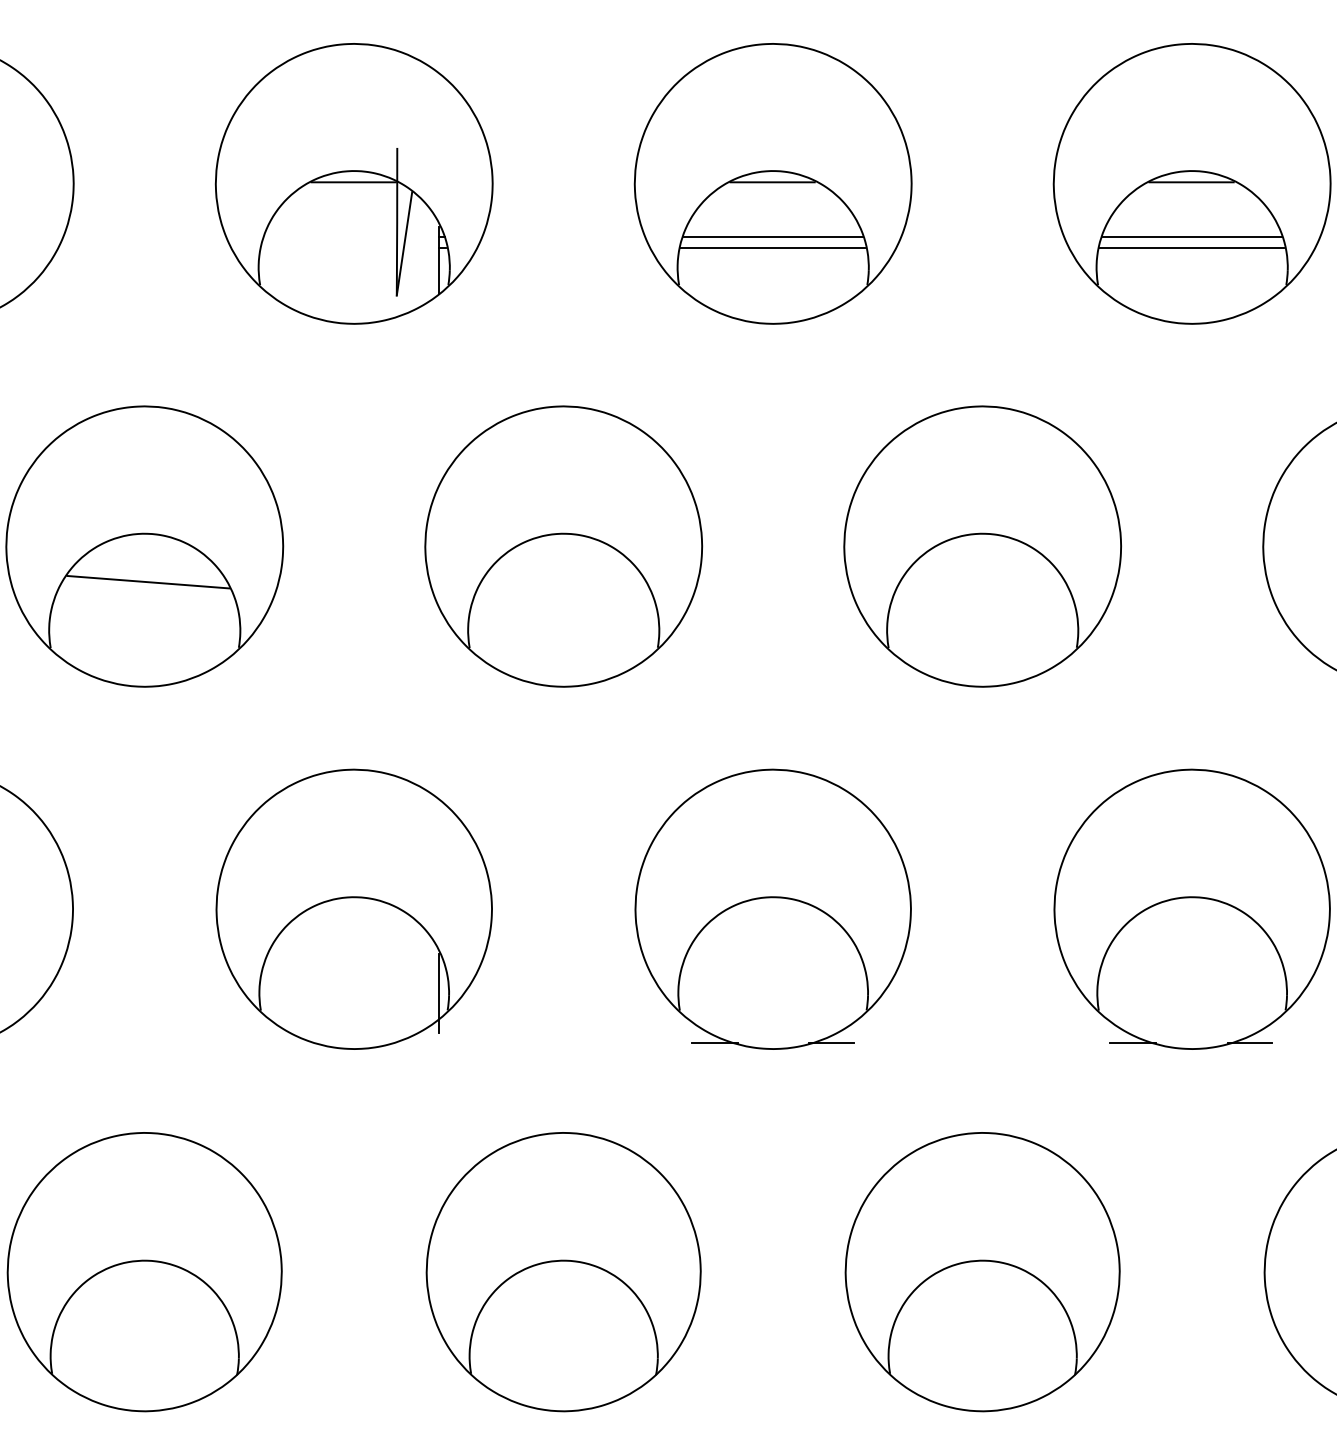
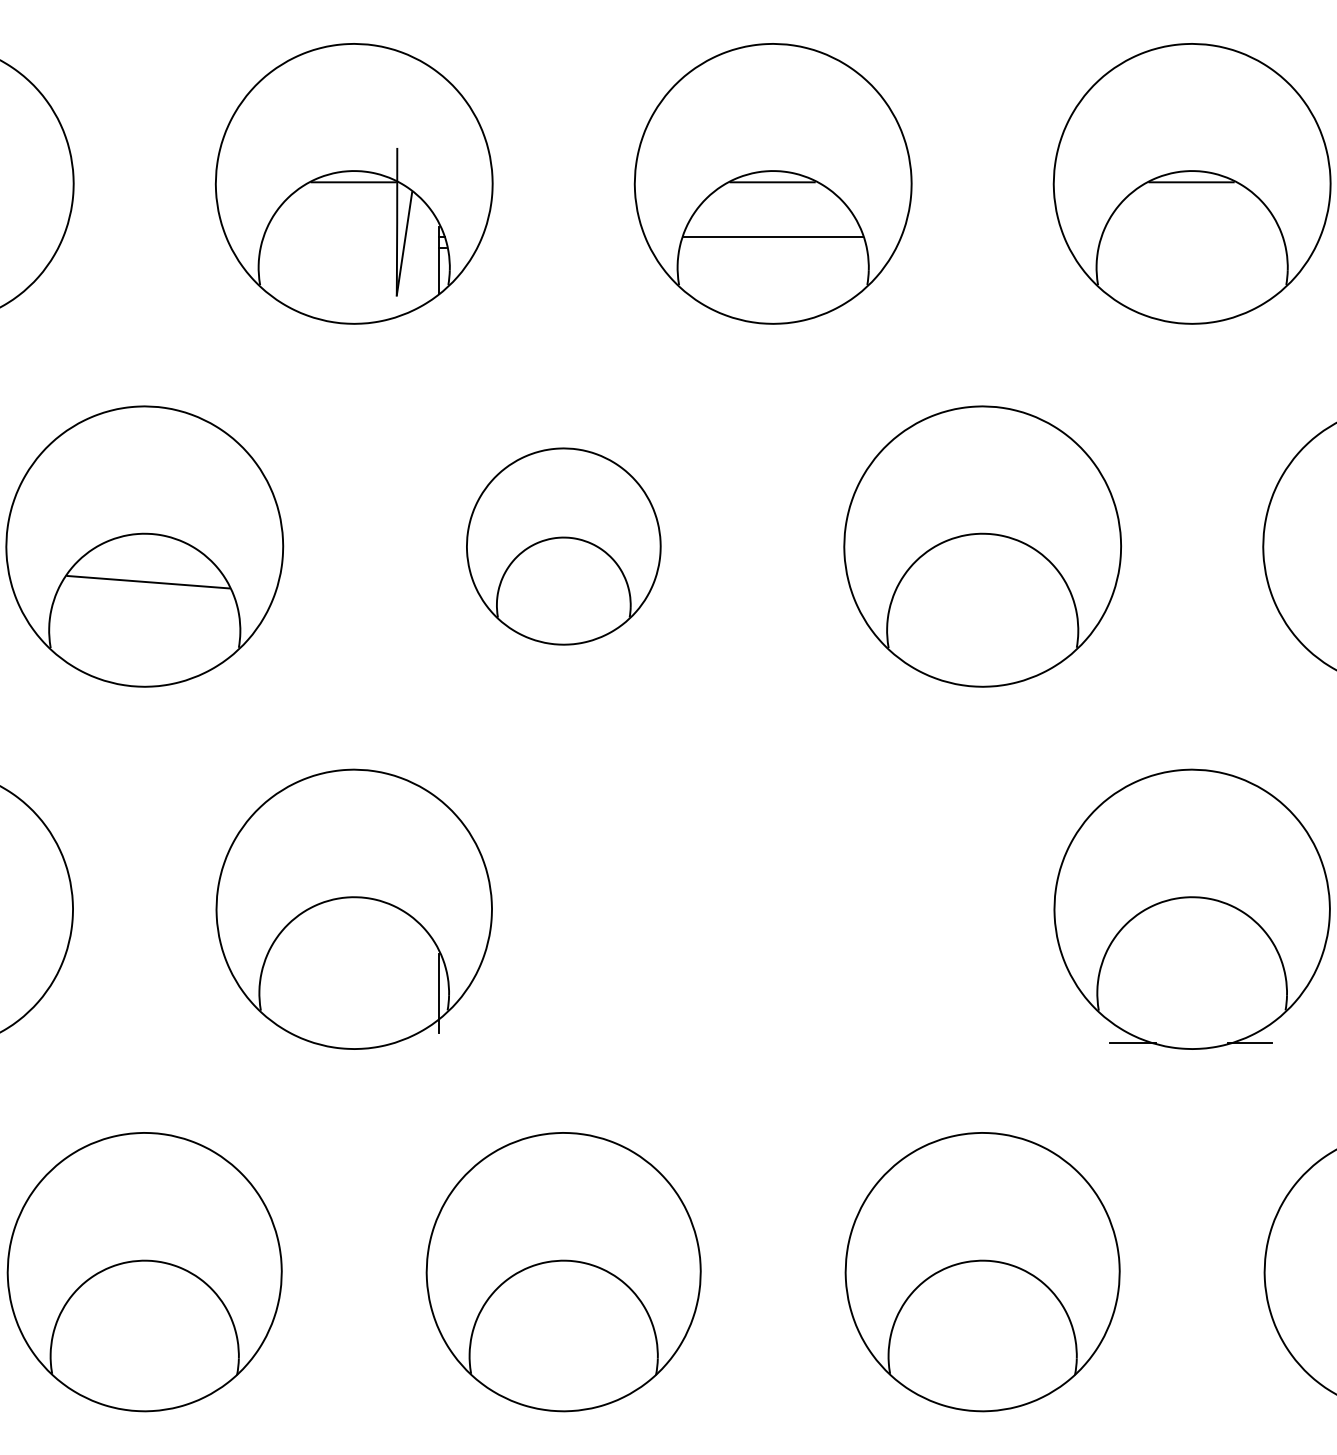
line at (1192, 237): present -> none
line at (772, 248): present -> none
line at (1191, 248): present -> none
part at (563, 546) size: 280x283 px -> 196x199 px
part at (772, 908): present -> none
